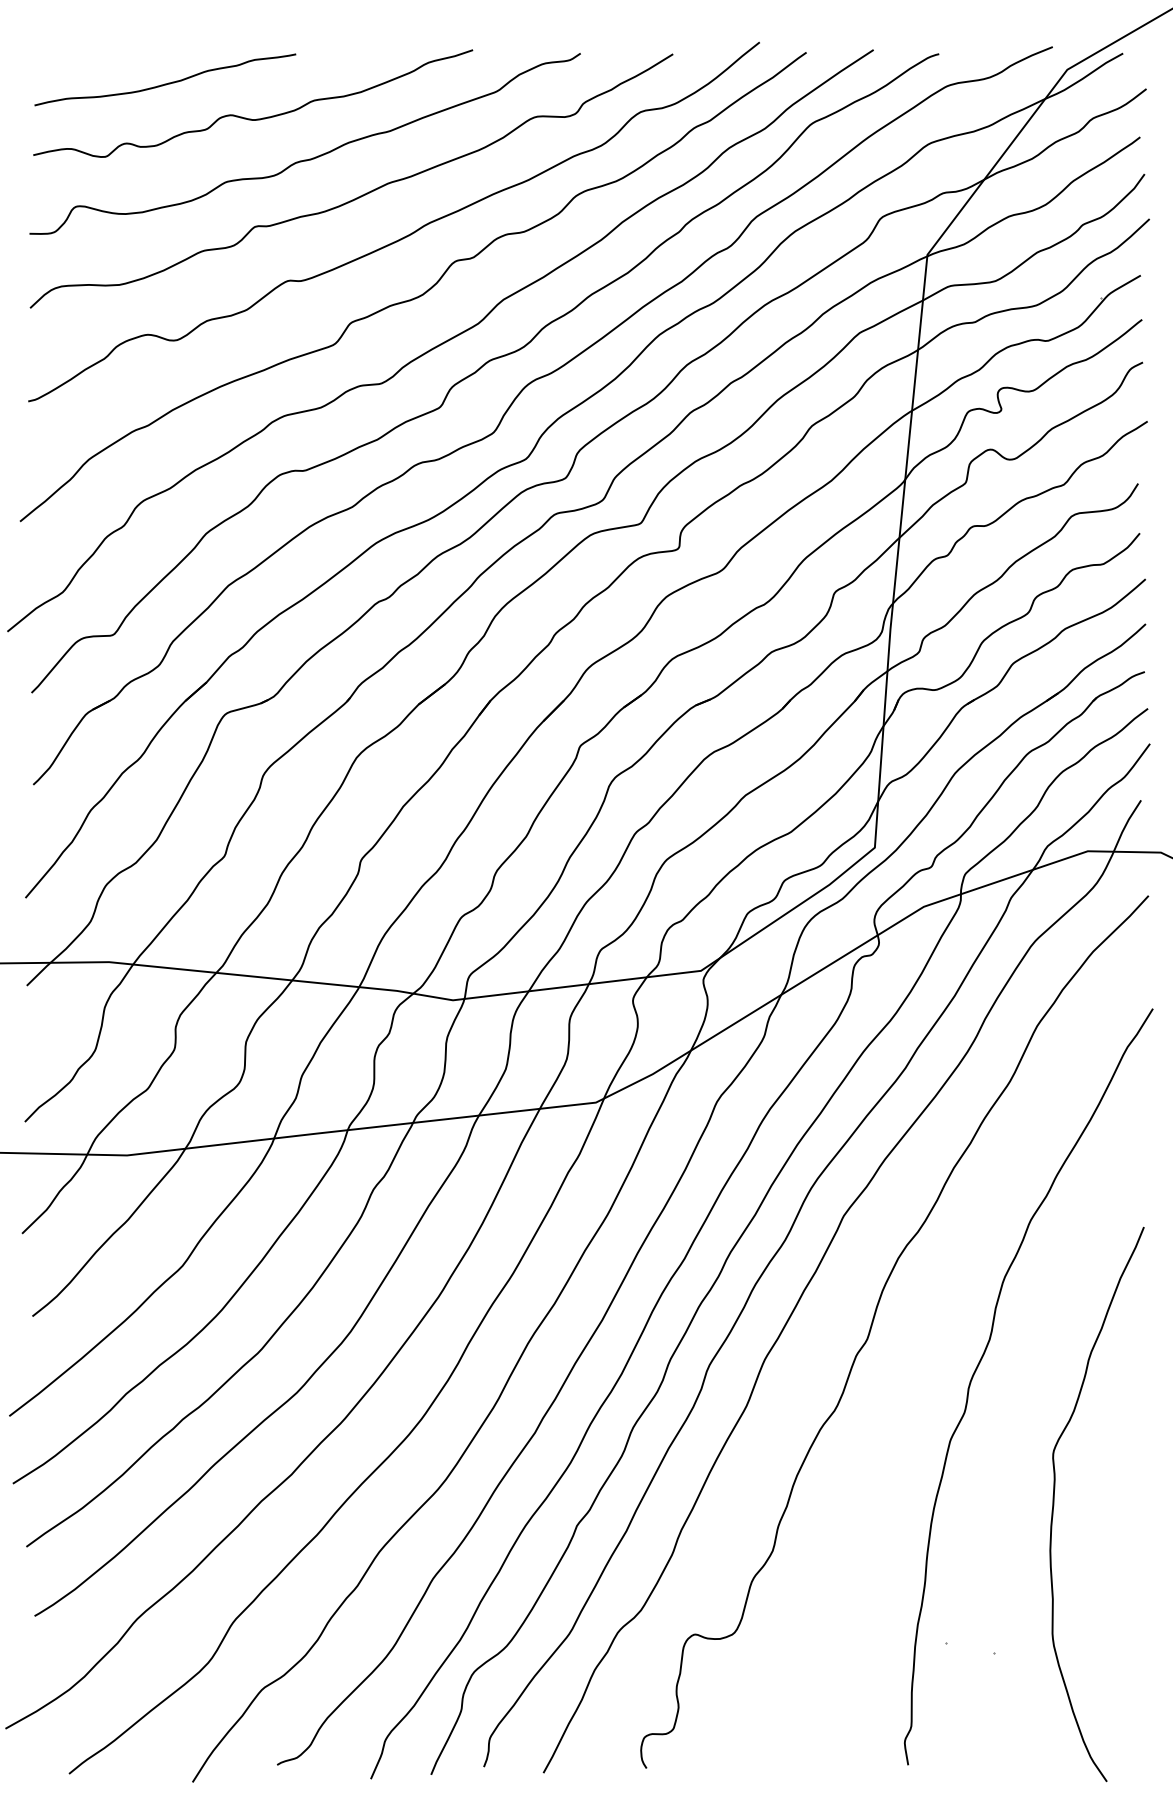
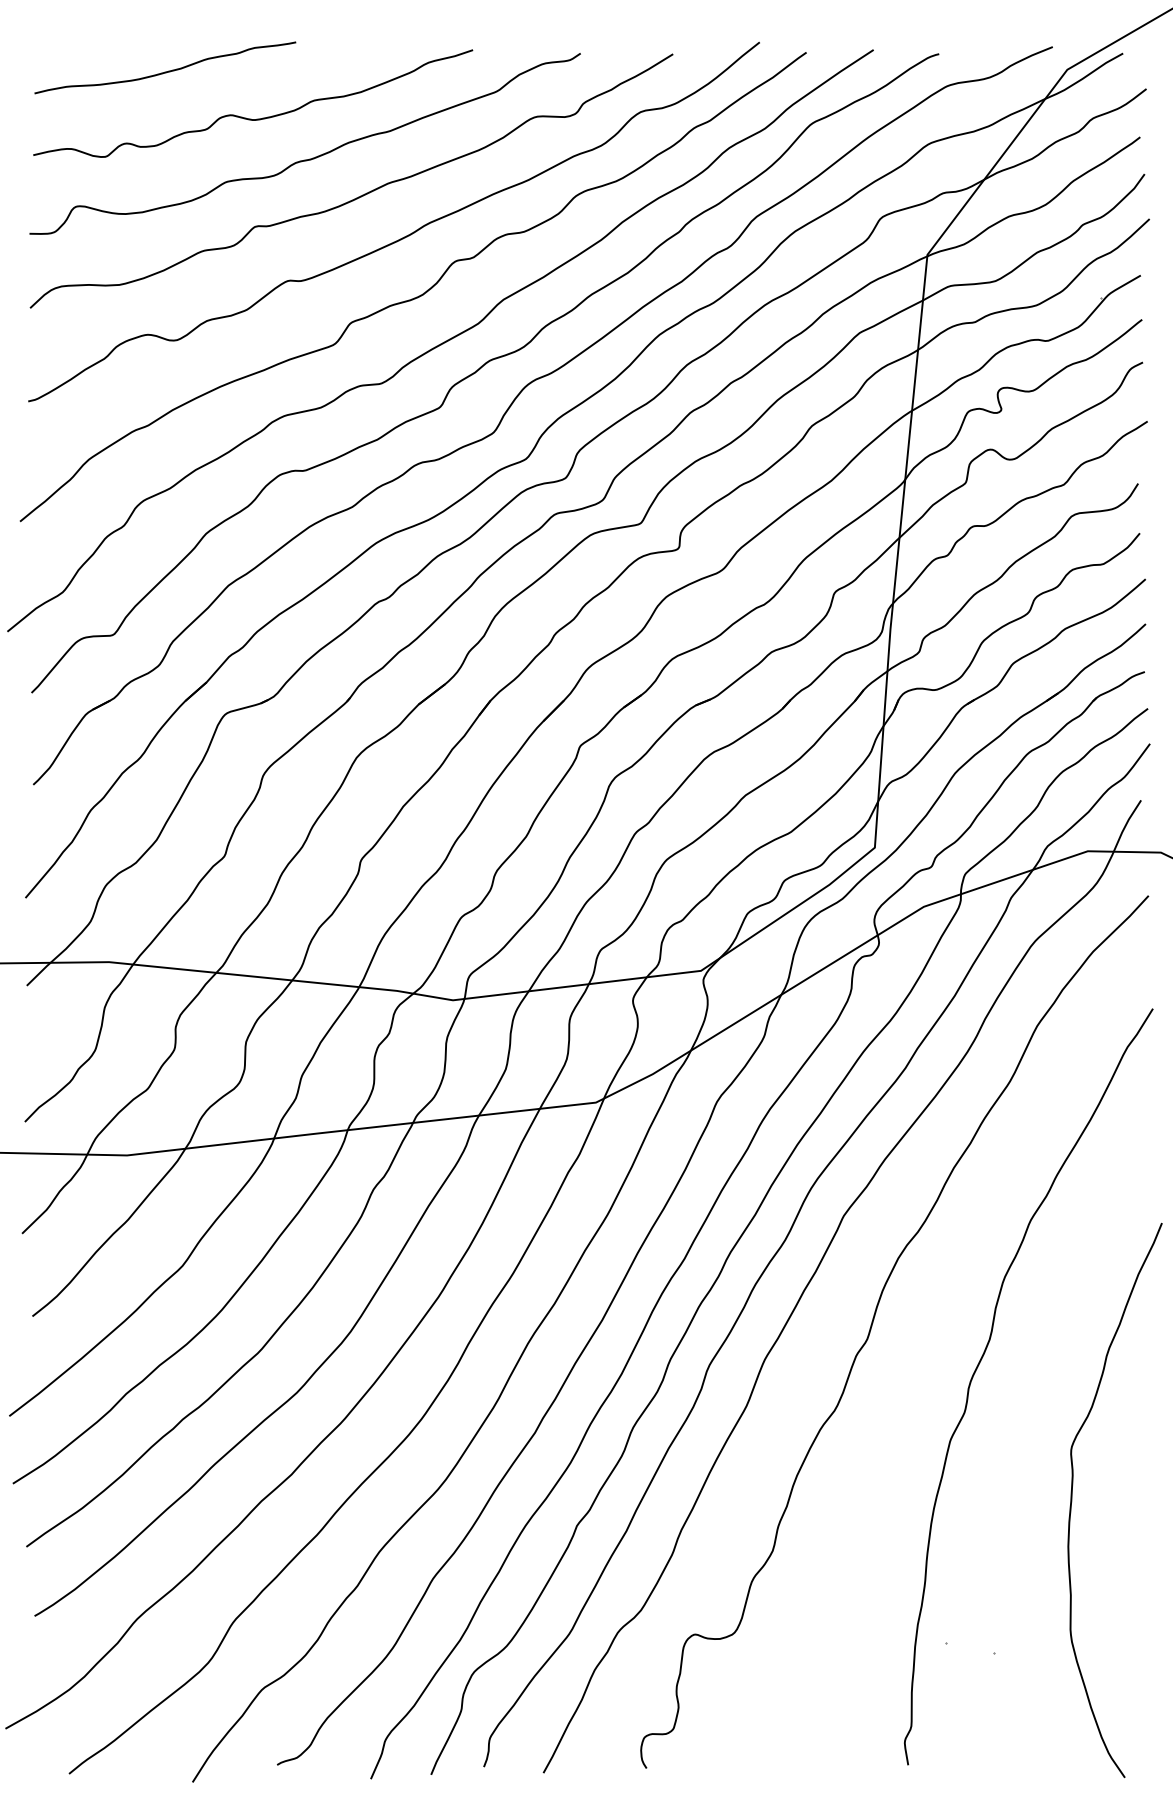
curve at (165, 83) position: (165, 83) -> (165, 71)
curve at (1054, 1504) position: (1054, 1504) -> (1072, 1500)
